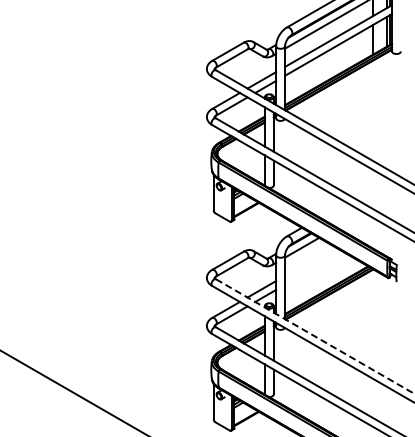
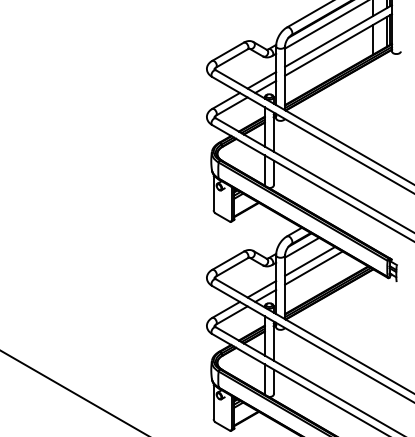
line at (309, 261): none -> present
line at (313, 267): none -> present
line at (315, 336): dashed -> solid
